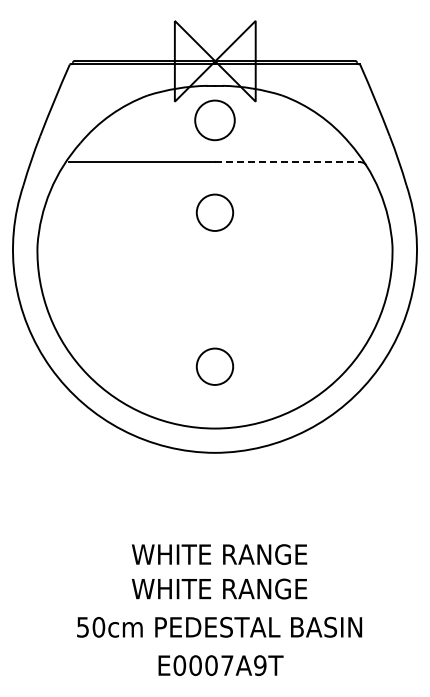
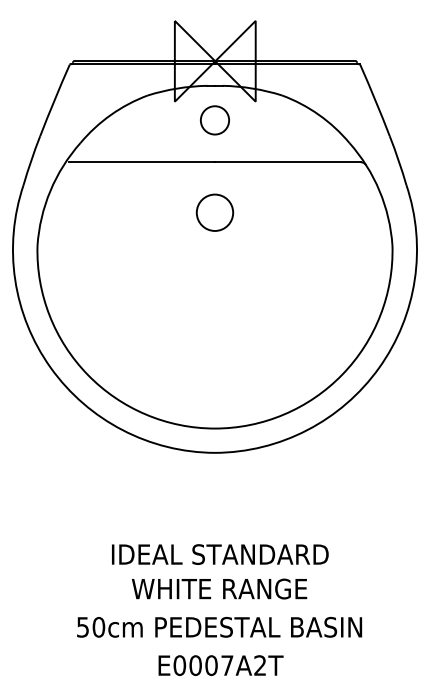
circle at (214, 120) diameter: 40 px -> 28 px
line at (287, 162): dashed -> solid
circle at (214, 366): present -> none
text at (220, 554): WHITE RANGE -> IDEAL STANDARD
text at (260, 665): E0007A9T -> E0007A2T
